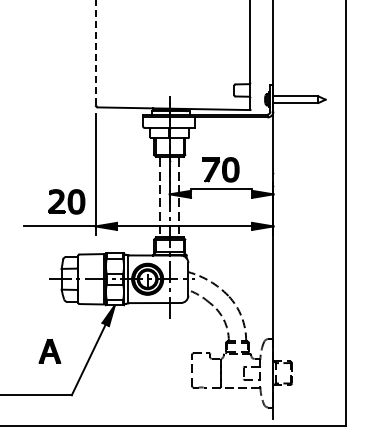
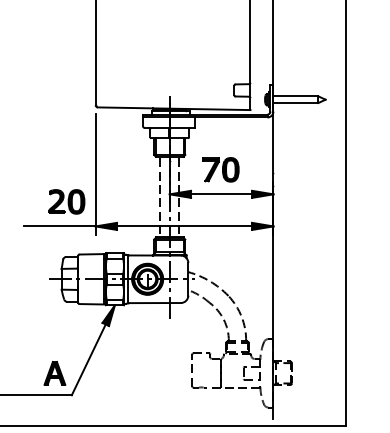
line at (95, 52): dashed -> solid
line at (221, 189) position: (221, 189) -> (221, 194)
part at (49, 351) position: (49, 351) -> (54, 373)
